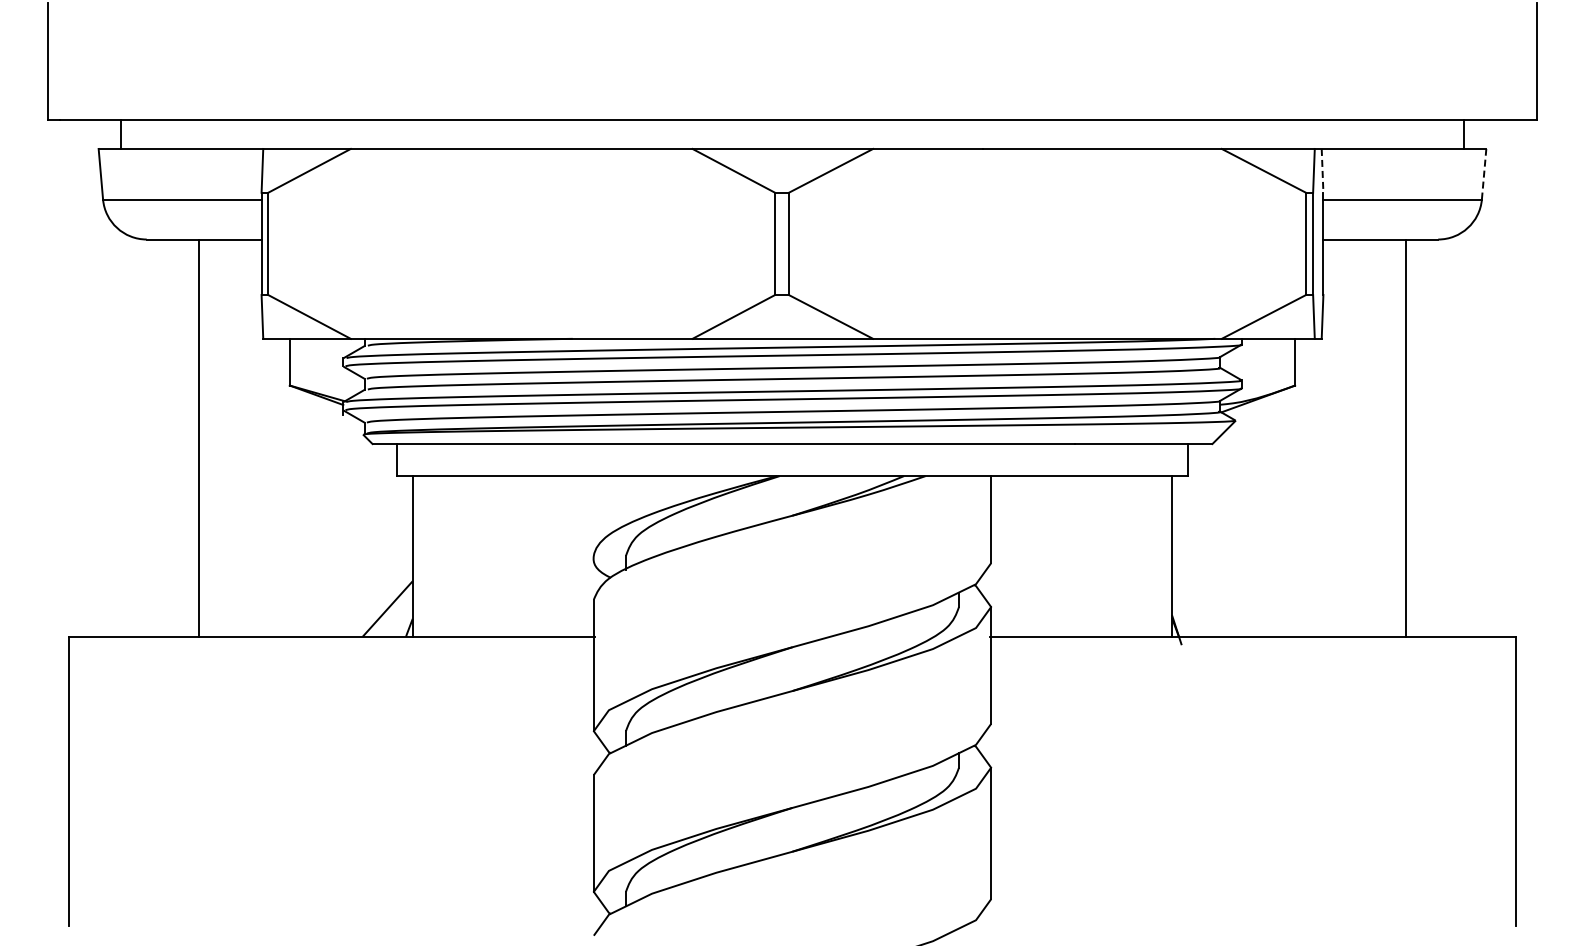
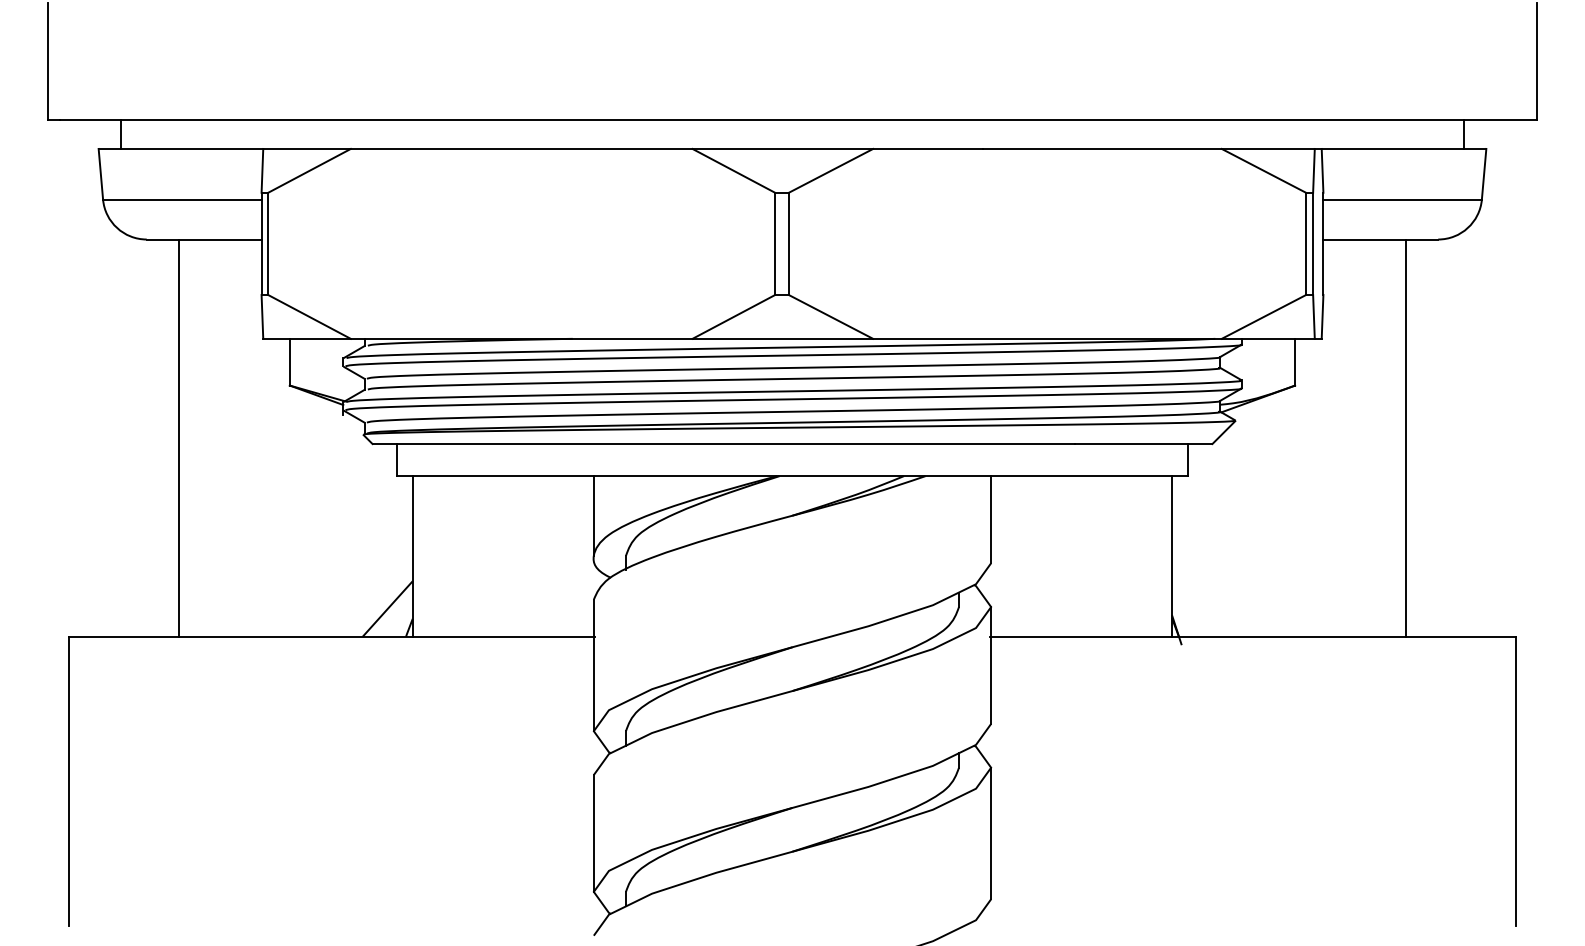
line at (1322, 170): dashed -> solid
line at (1484, 173): dashed -> solid
line at (199, 437) position: (199, 437) -> (179, 437)
line at (593, 515): none -> present
